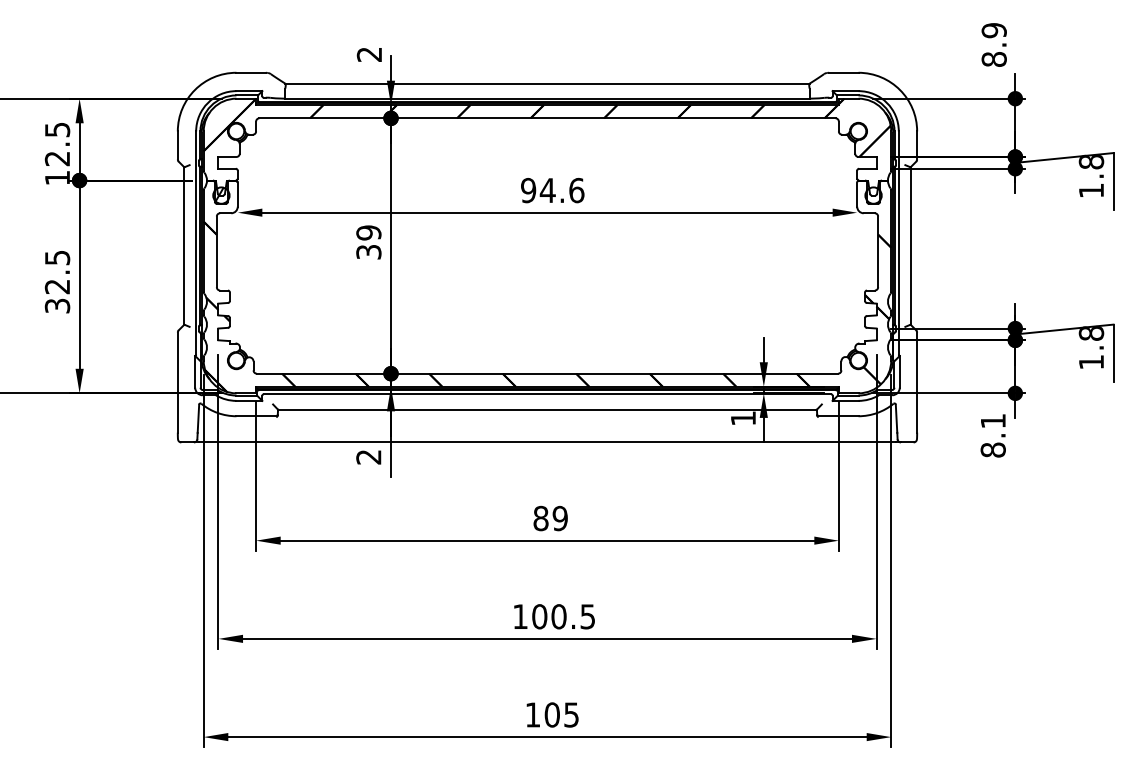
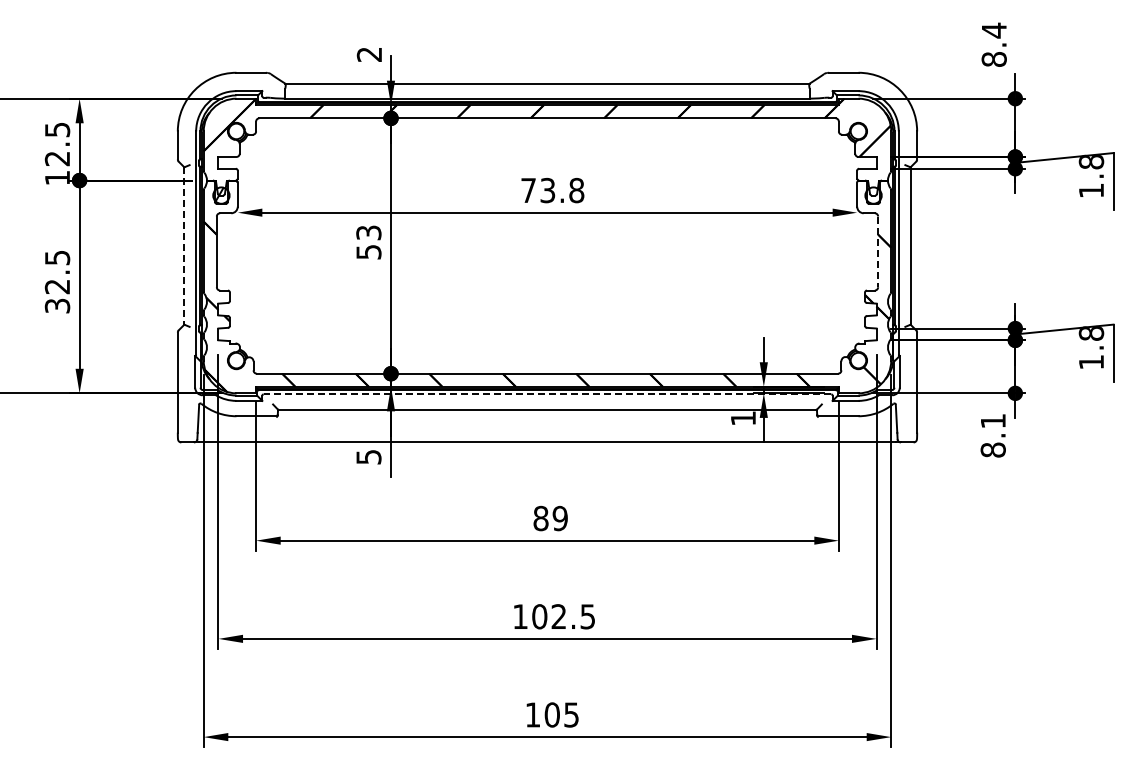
text at (993, 30): 8.9 -> 8.4
text at (552, 190): 94.6 -> 73.8
text at (368, 241): 39 -> 53
line at (184, 246): solid -> dashed
line at (878, 252): solid -> dashed
line at (547, 394): solid -> dashed
text at (368, 457): 2 -> 5
text at (558, 616): 100.5 -> 102.5
